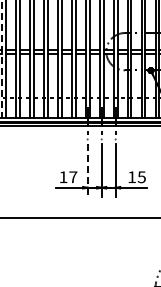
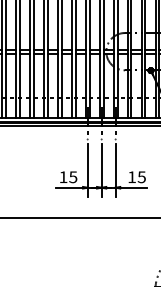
line at (1, 59): dashed -> solid
line at (87, 171): dashed -> solid
text at (73, 177): 17 -> 15
